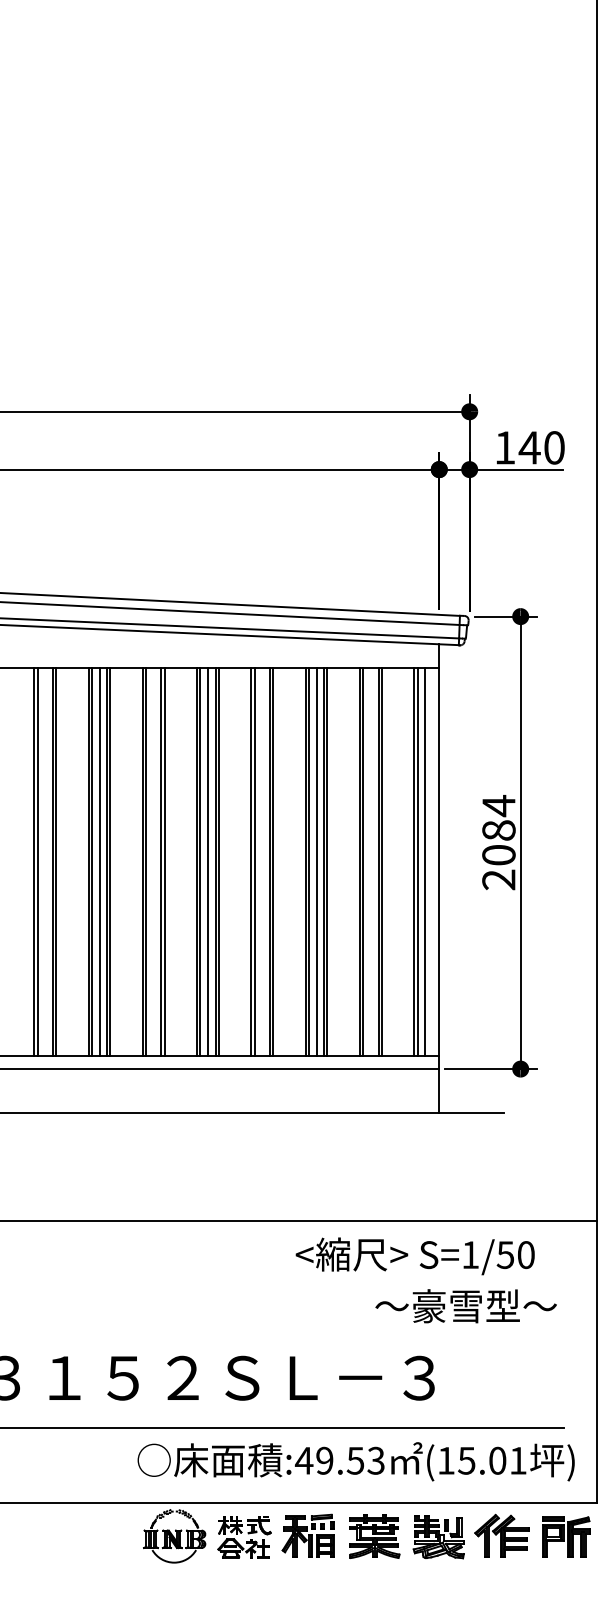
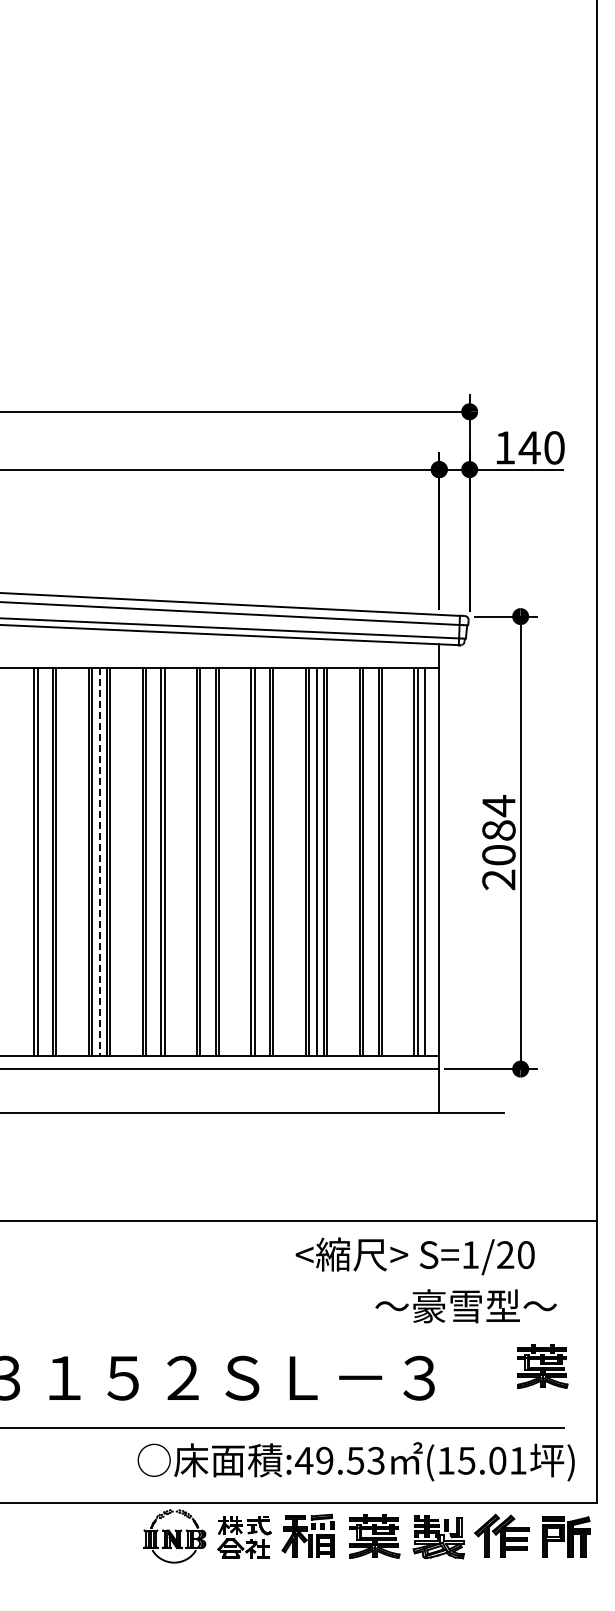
line at (99, 862): solid -> dashed
line at (208, 862): present -> none
text at (505, 1255): S=1/50 -> S=1/20
part at (542, 1366): none -> present
